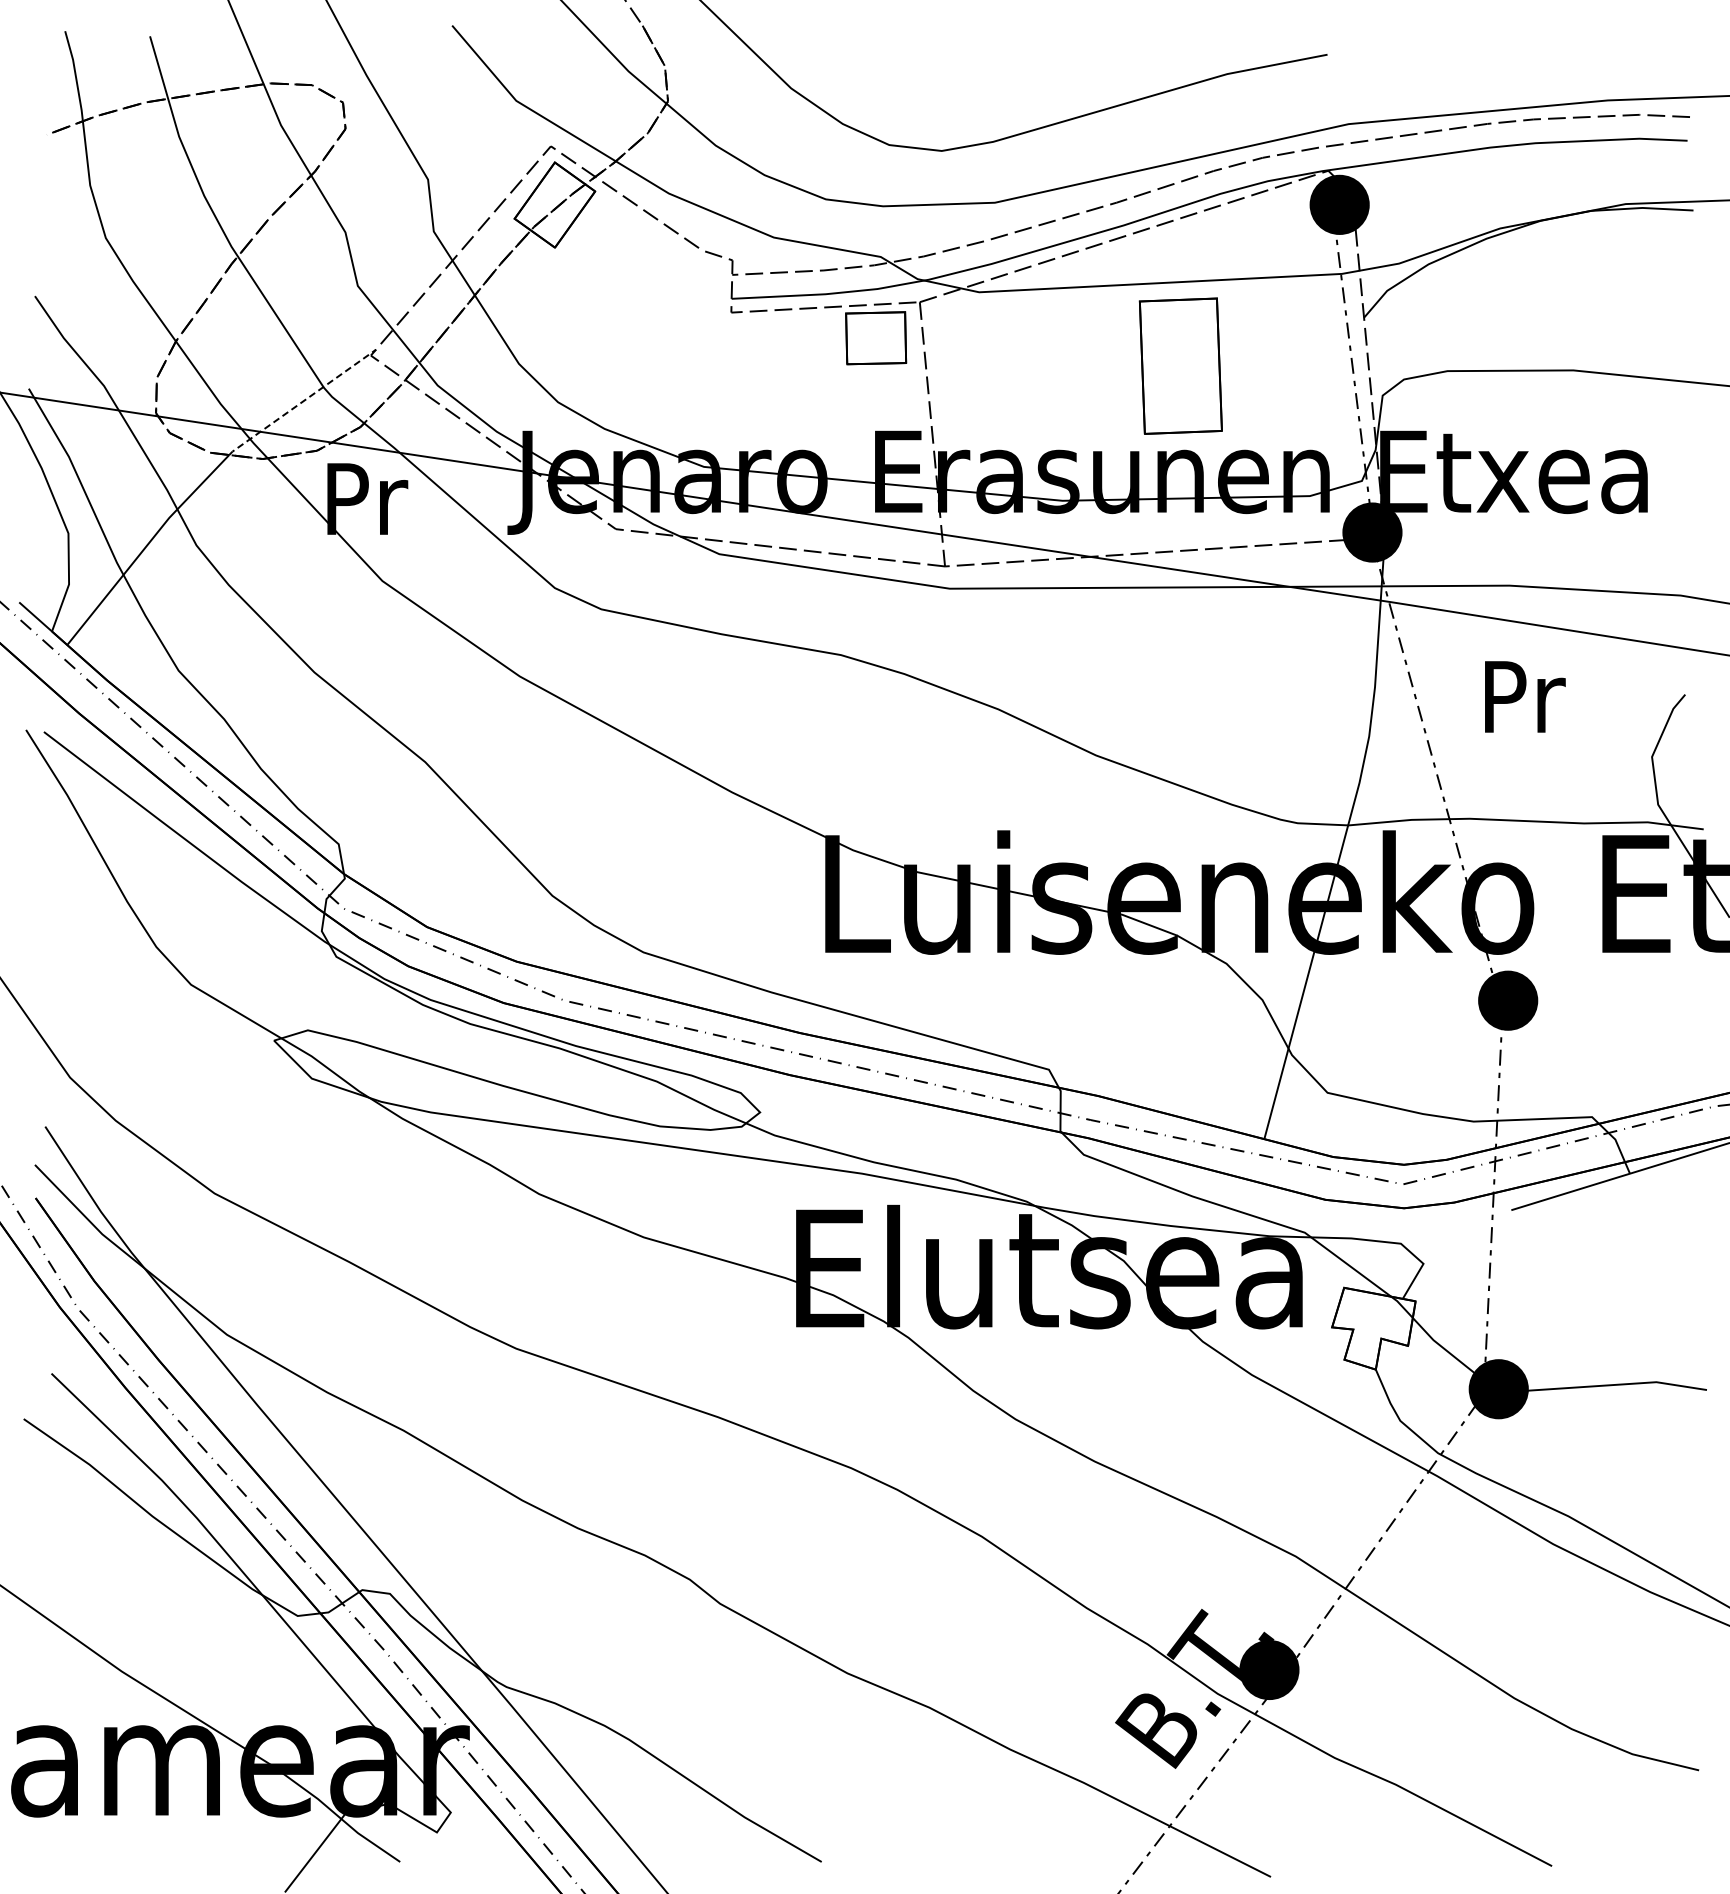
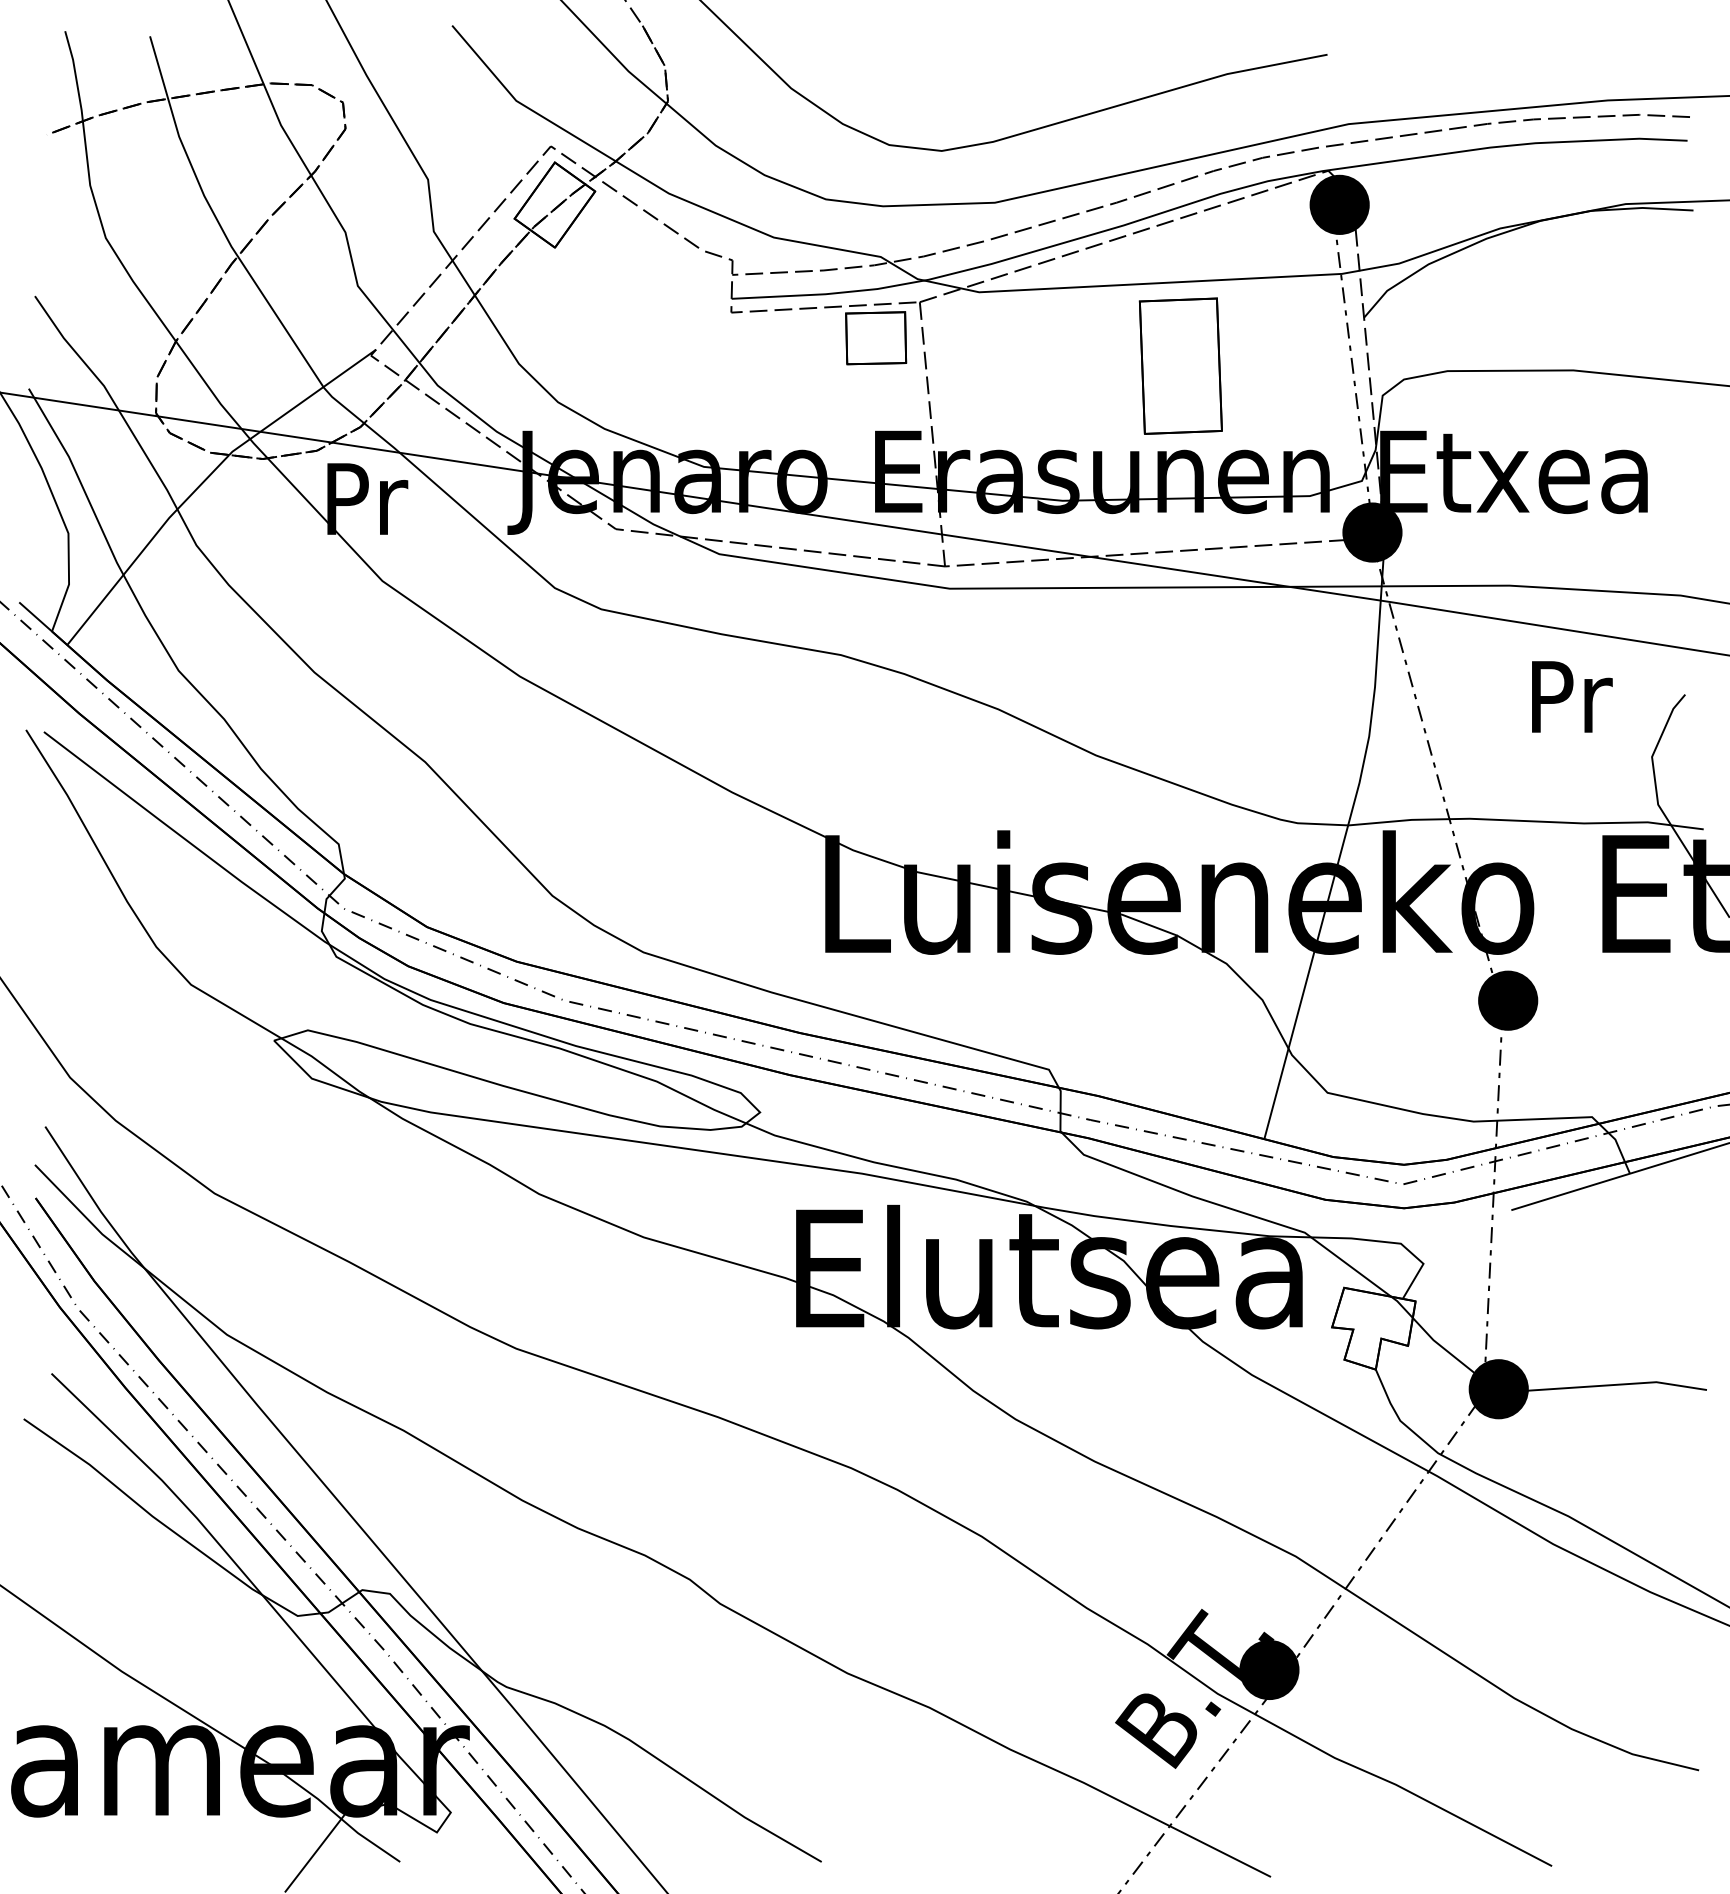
line at (302, 402): dashed -> solid
text at (1525, 696) position: (1525, 696) -> (1572, 696)
